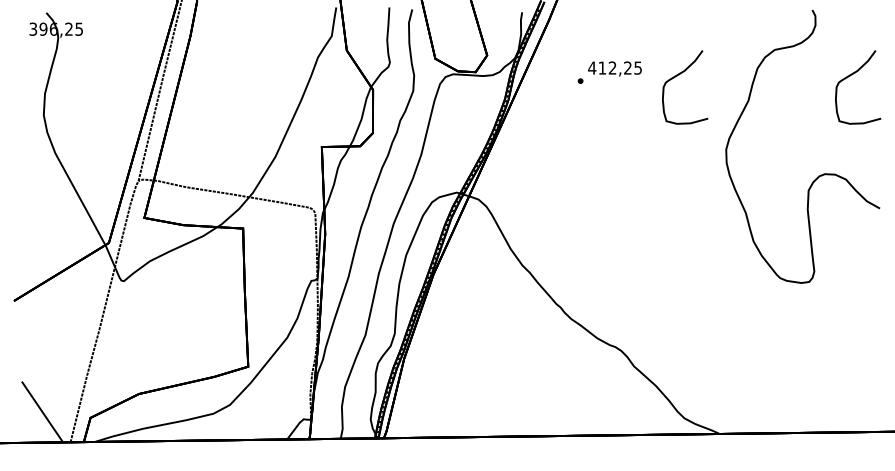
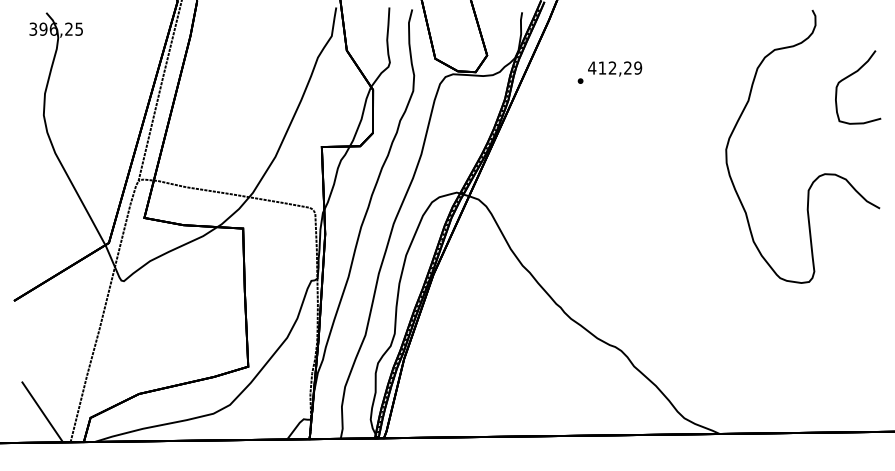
text at (638, 67): 412,25 -> 412,29
curve at (679, 75): present -> none
